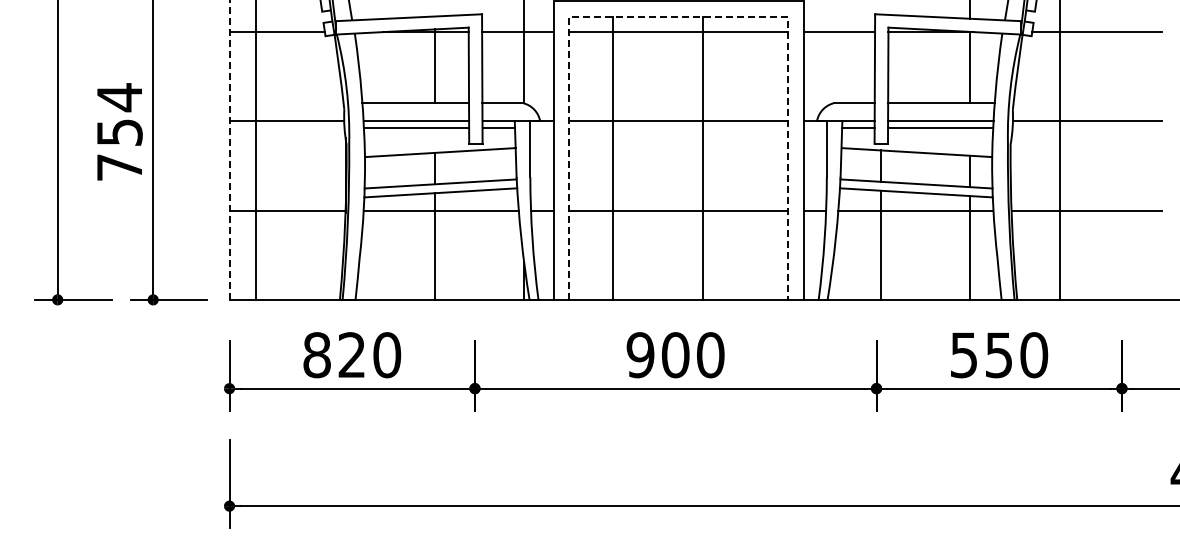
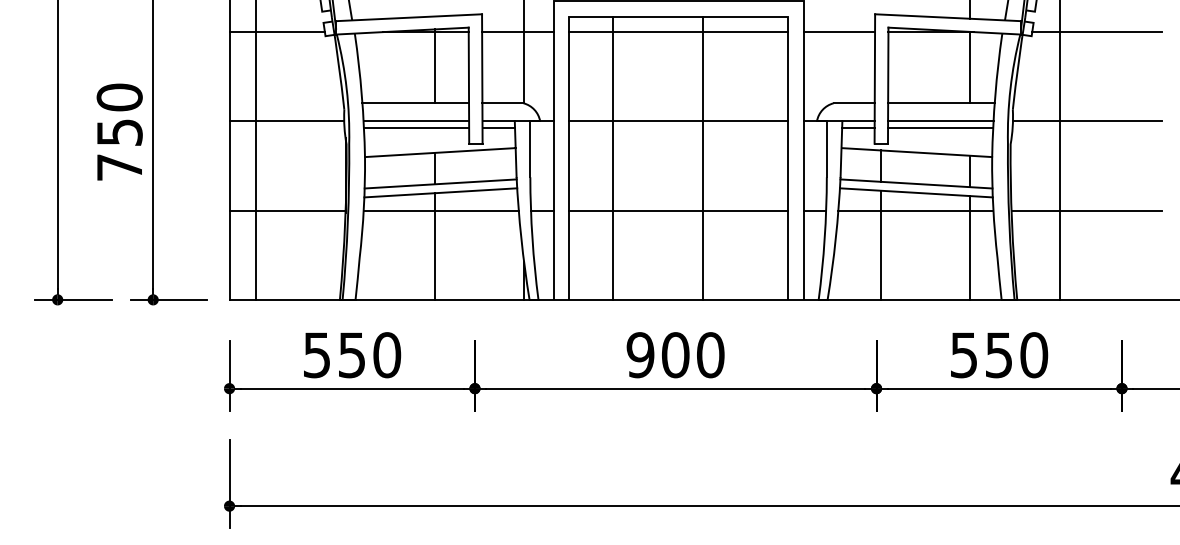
line at (679, 16): dashed -> solid
text at (119, 97): 754 -> 750
line at (229, 149): dashed -> solid
text at (333, 355): 820 -> 550
